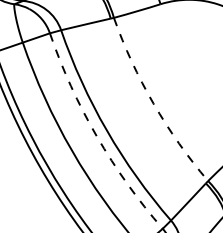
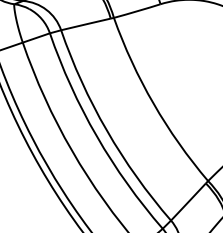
arc at (153, 103): dashed -> solid
arc at (96, 136): dashed -> solid
